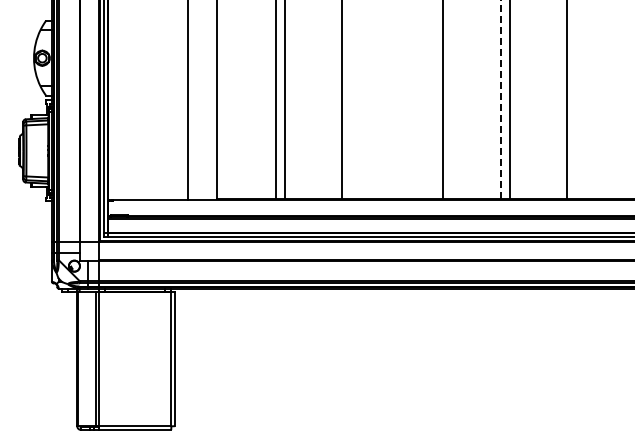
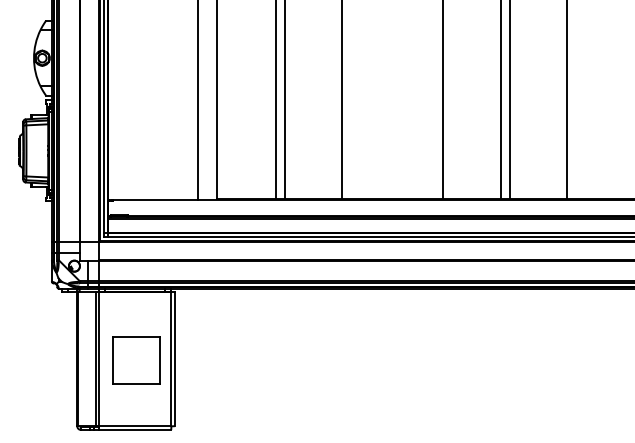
line at (500, 99): dashed -> solid
line at (188, 101) position: (188, 101) -> (198, 101)
part at (136, 360): none -> present
